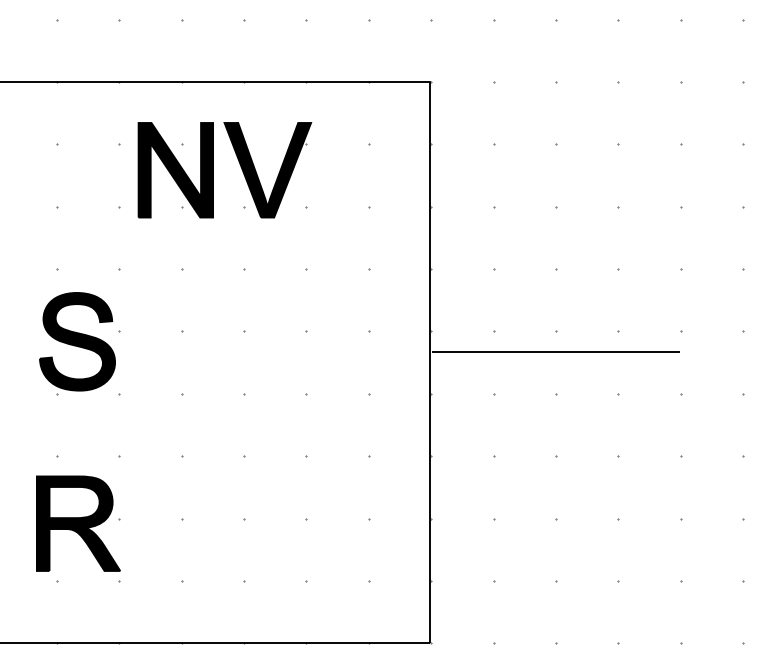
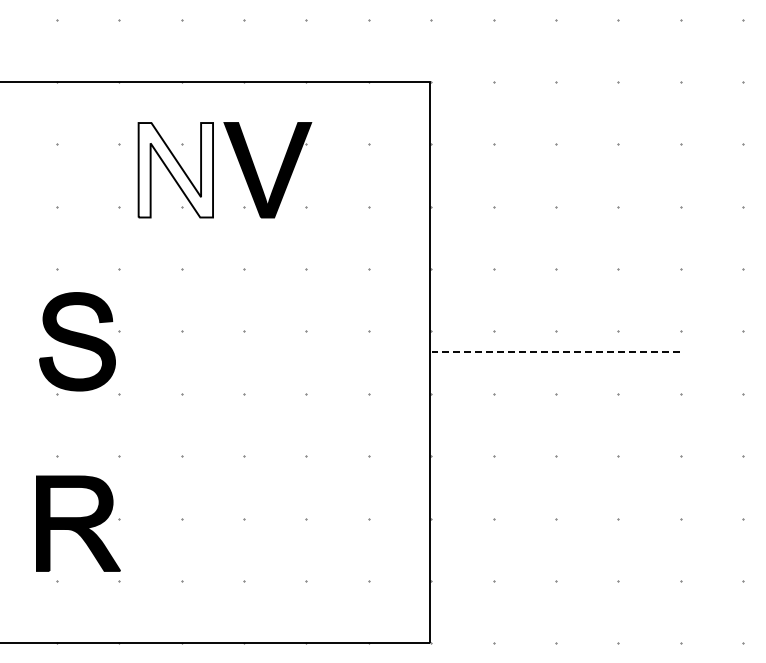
fill at (175, 170): present -> none
line at (556, 351): solid -> dashed
